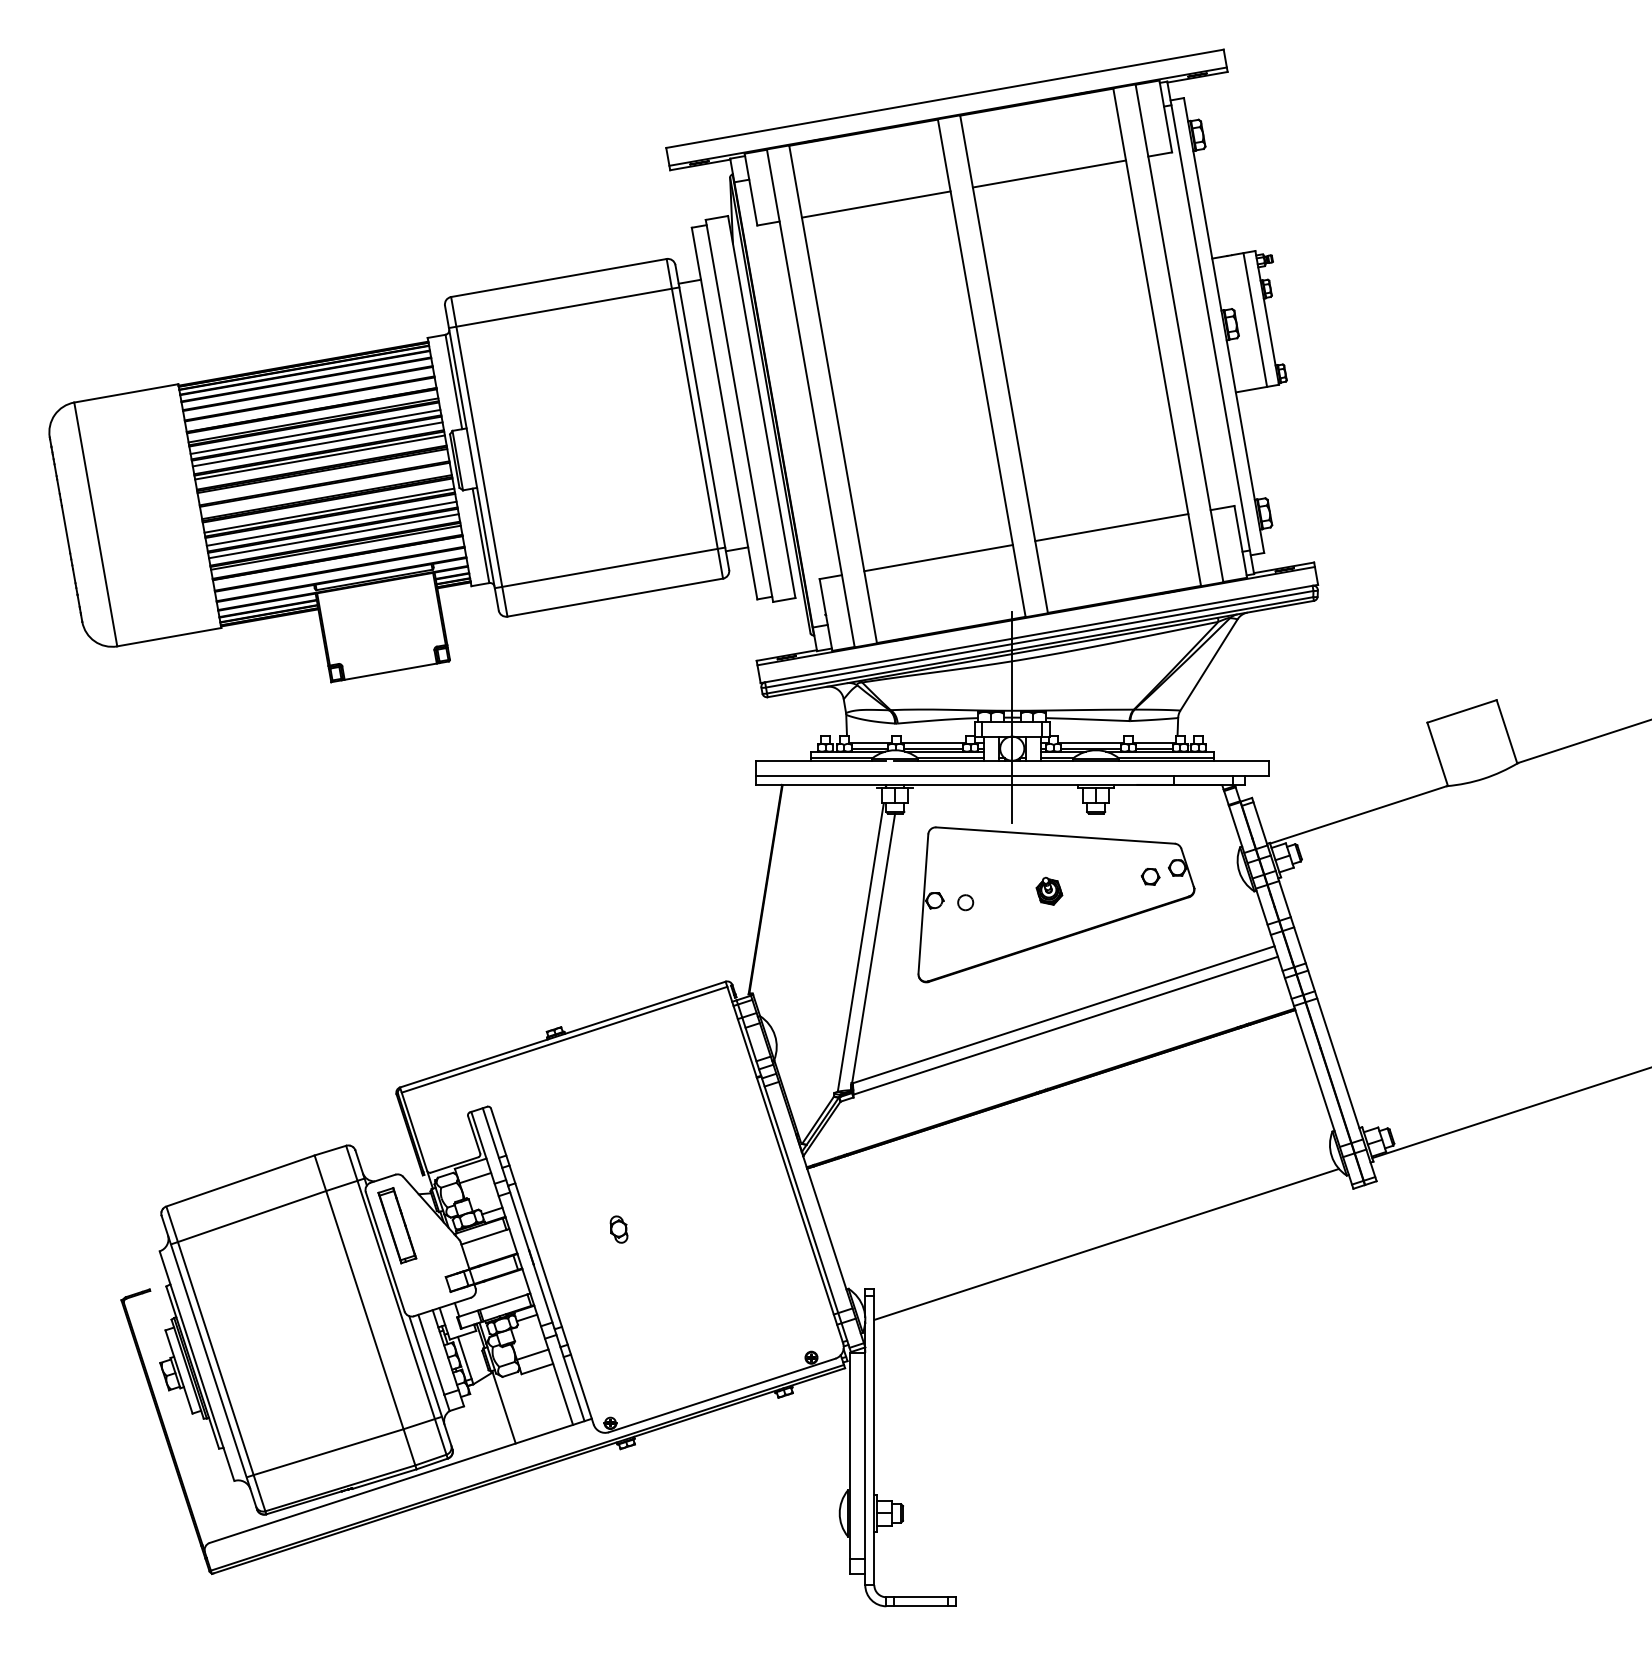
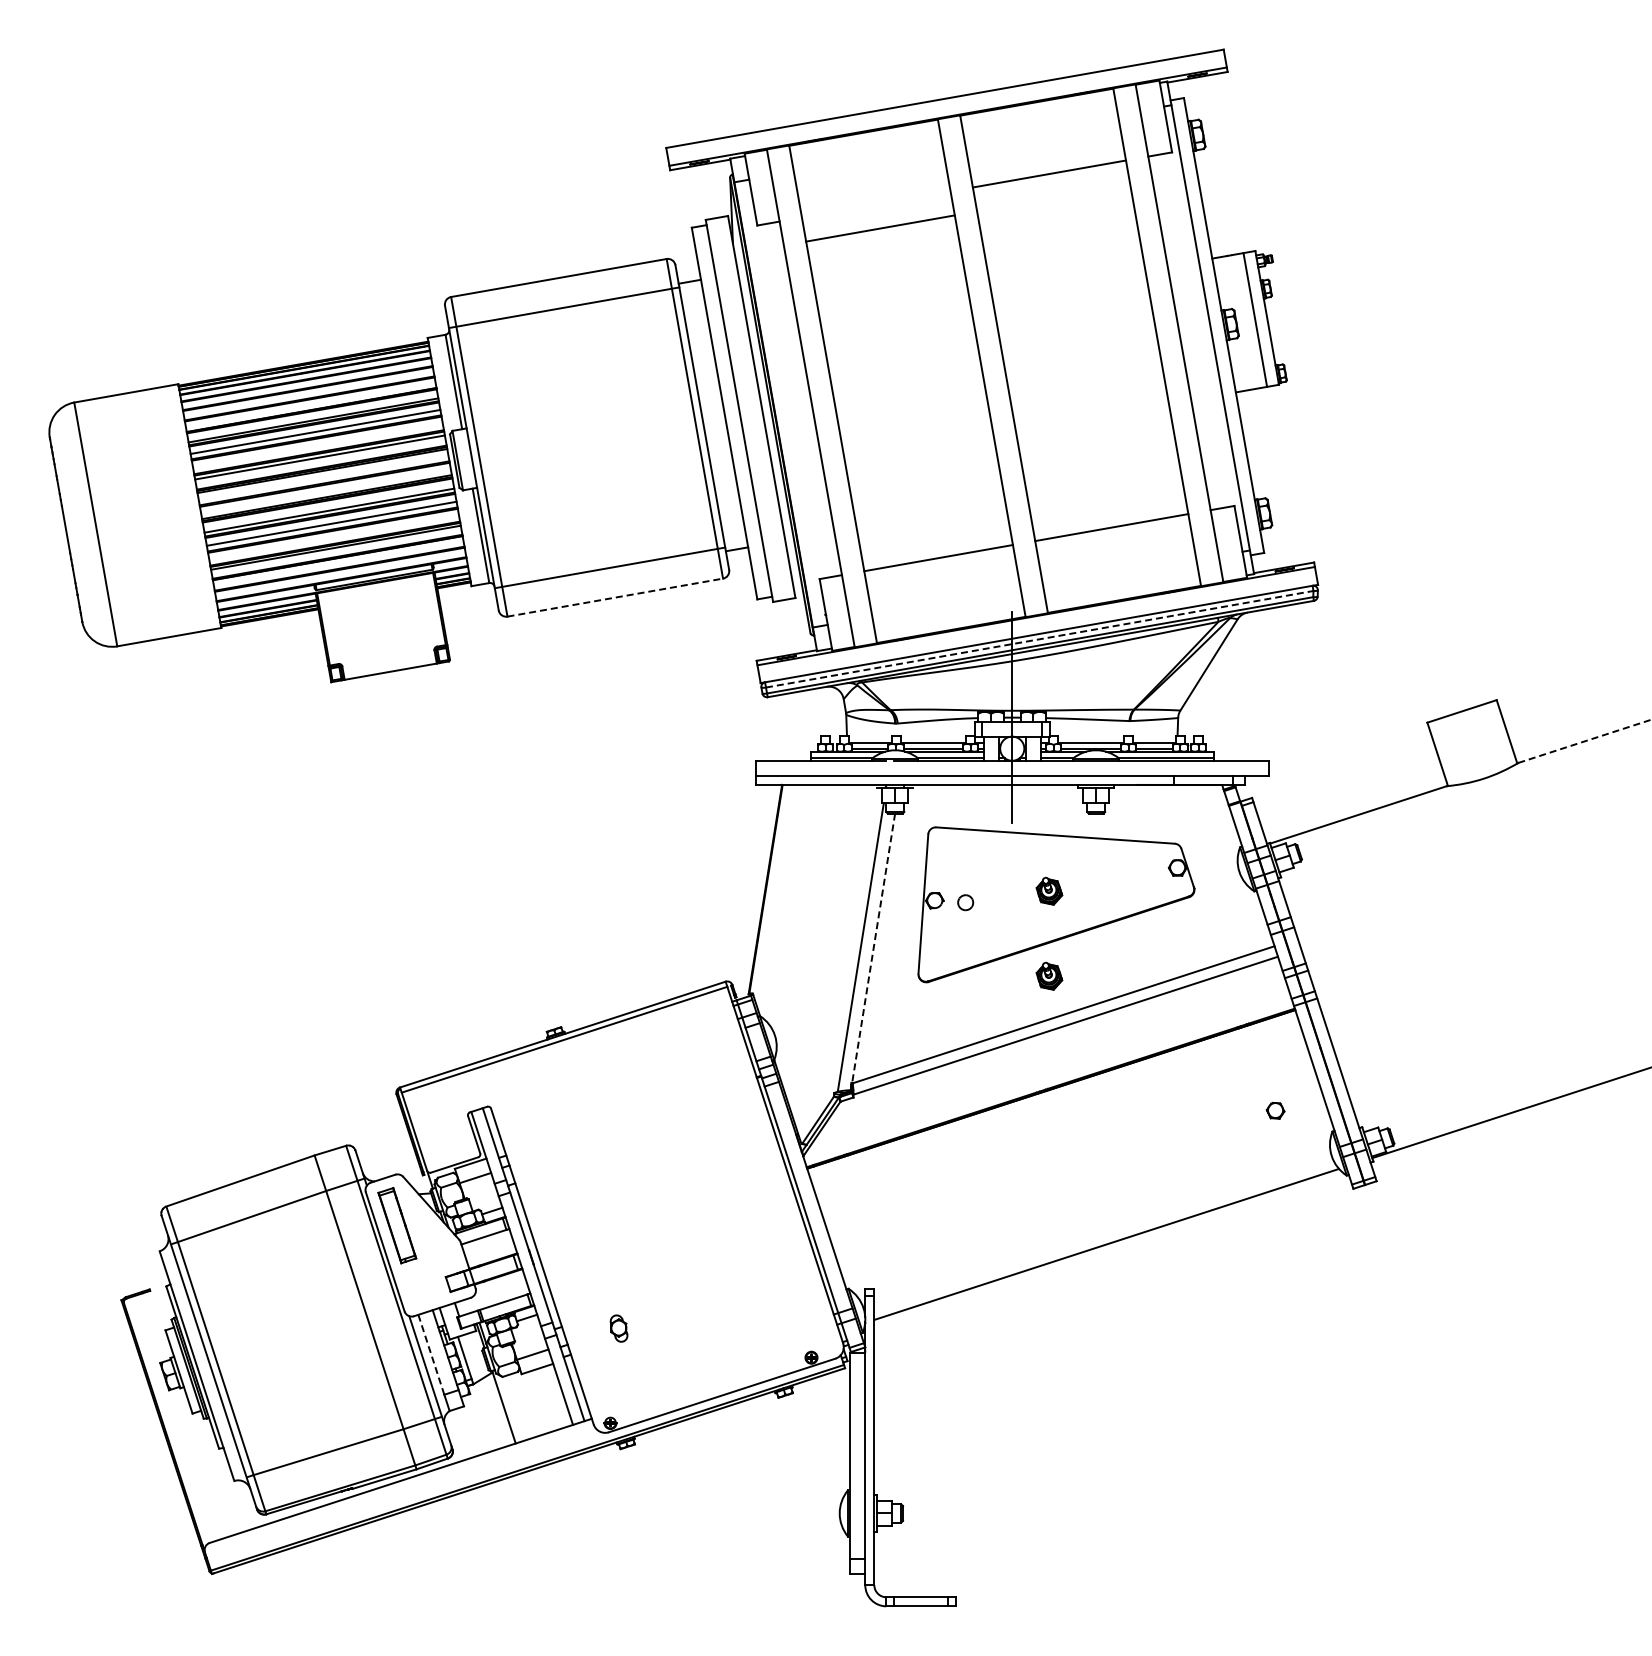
line at (875, 204) position: (875, 204) -> (879, 228)
line at (317, 444): present -> none
line at (333, 536): present -> none
line at (615, 597): solid -> dashed
line at (1039, 639): solid -> dashed
line at (1584, 741): solid -> dashed
part at (1150, 876) position: (1150, 876) -> (1275, 1110)
line at (873, 948): solid -> dashed
part at (1049, 975): none -> present
part at (618, 1229) position: (618, 1229) -> (618, 1328)
line at (431, 1354): solid -> dashed
